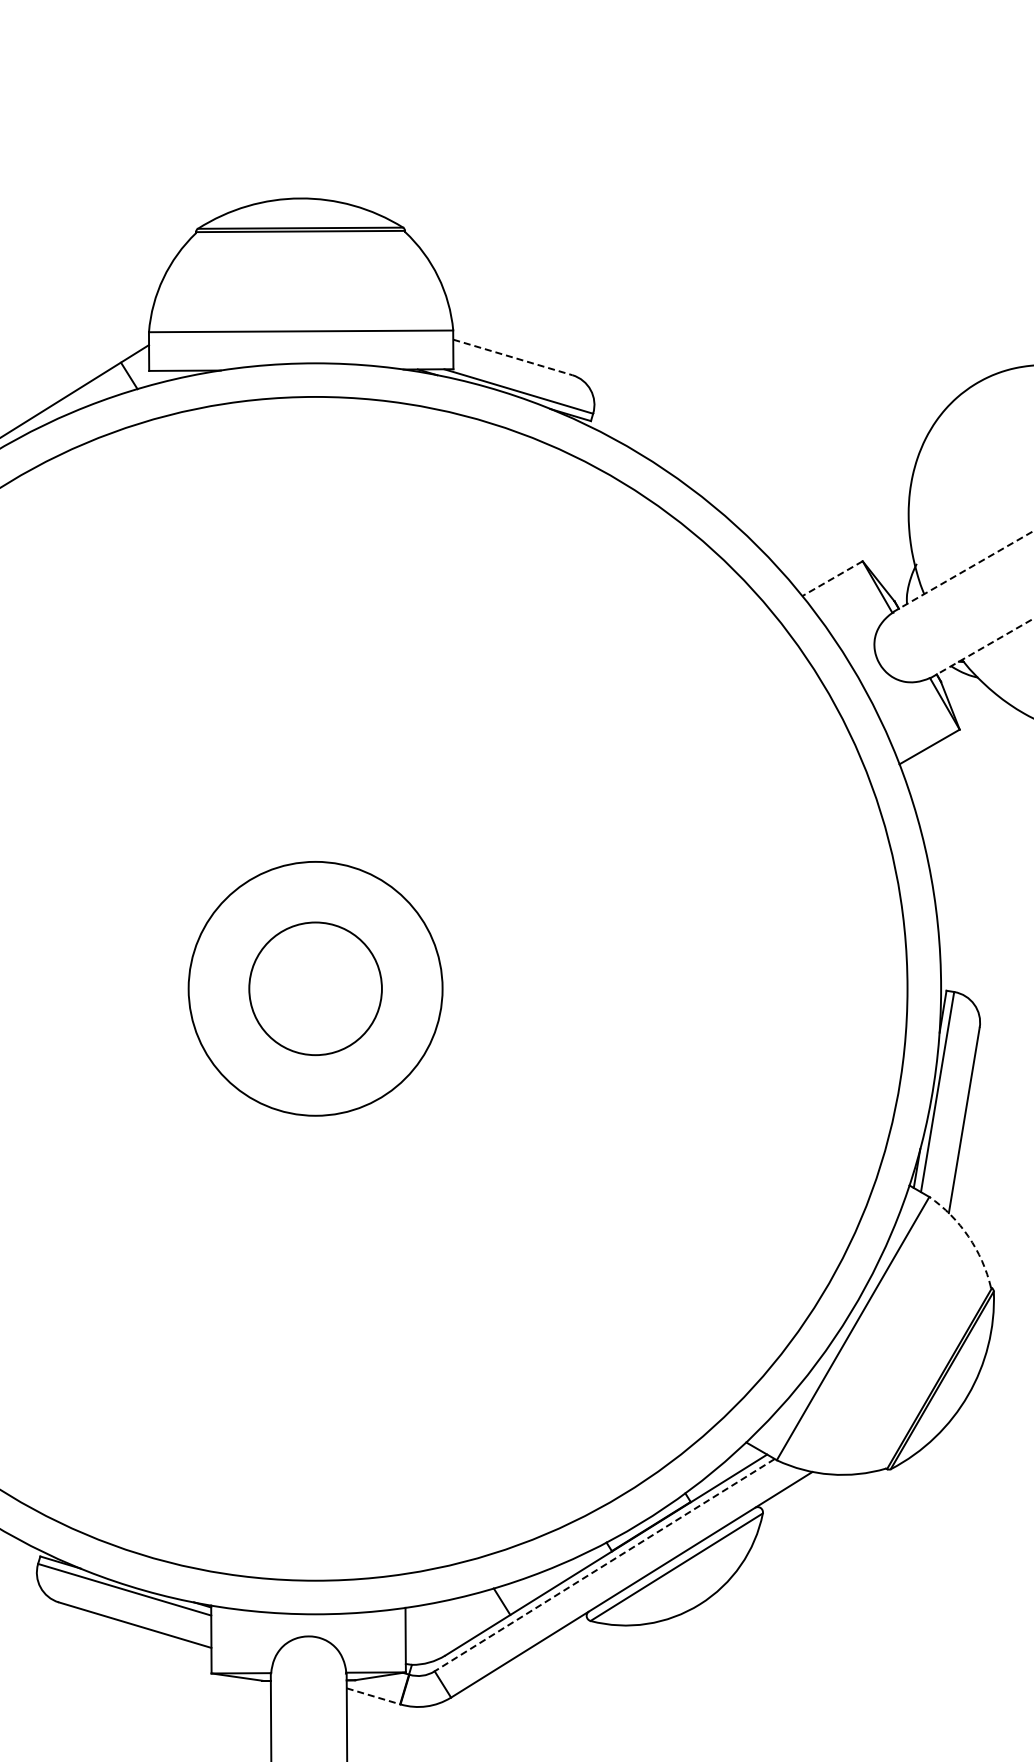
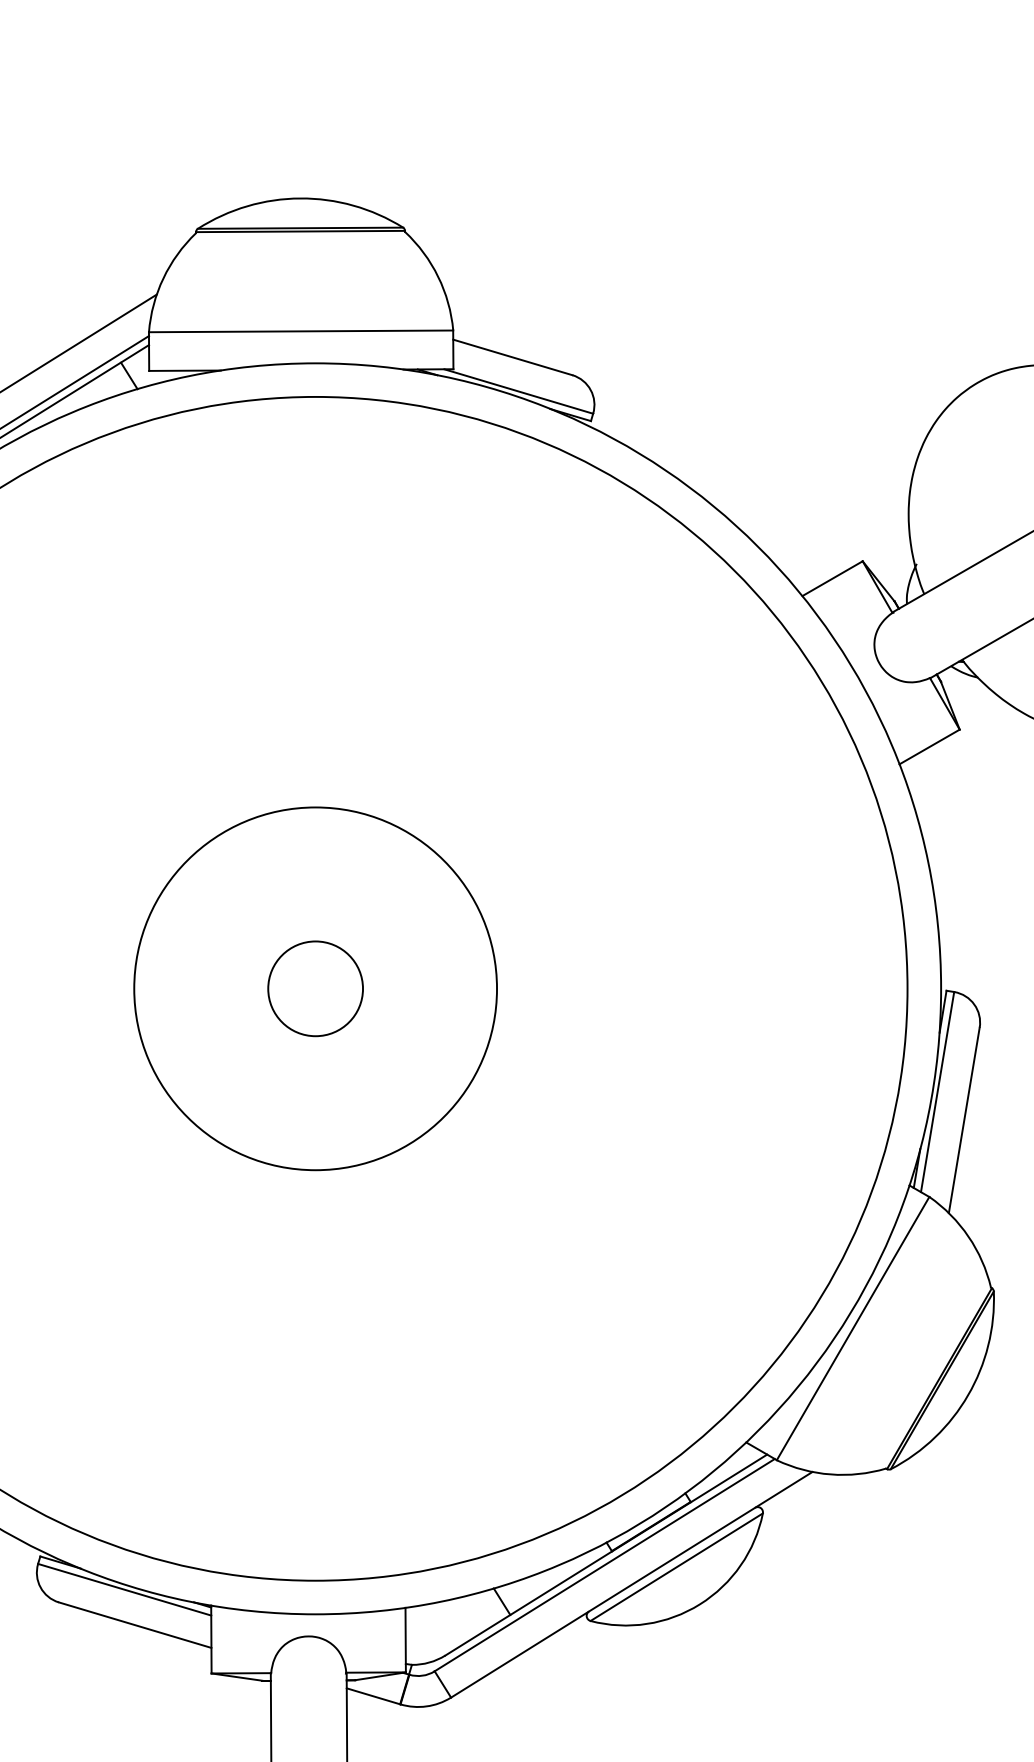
line at (79, 342): none -> present
line at (513, 357): dashed -> solid
line at (75, 381): none -> present
line at (962, 572): dashed -> solid
line at (832, 578): dashed -> solid
line at (982, 648): dashed -> solid
circle at (315, 988) diameter: 133 px -> 95 px
circle at (315, 988) diameter: 254 px -> 363 px
arc at (968, 1236): dashed -> solid
line at (604, 1565): dashed -> solid
line at (374, 1696): dashed -> solid
